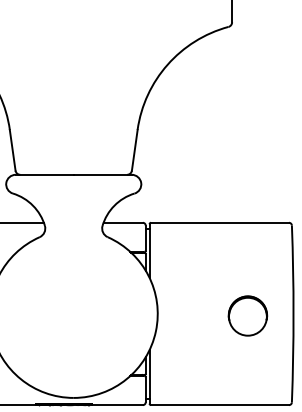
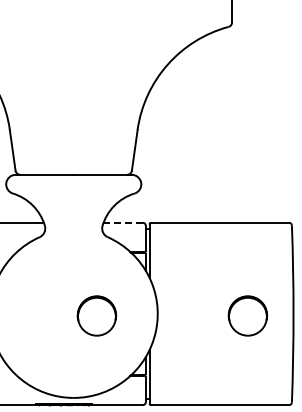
line at (123, 222): solid -> dashed
part at (96, 315): none -> present
